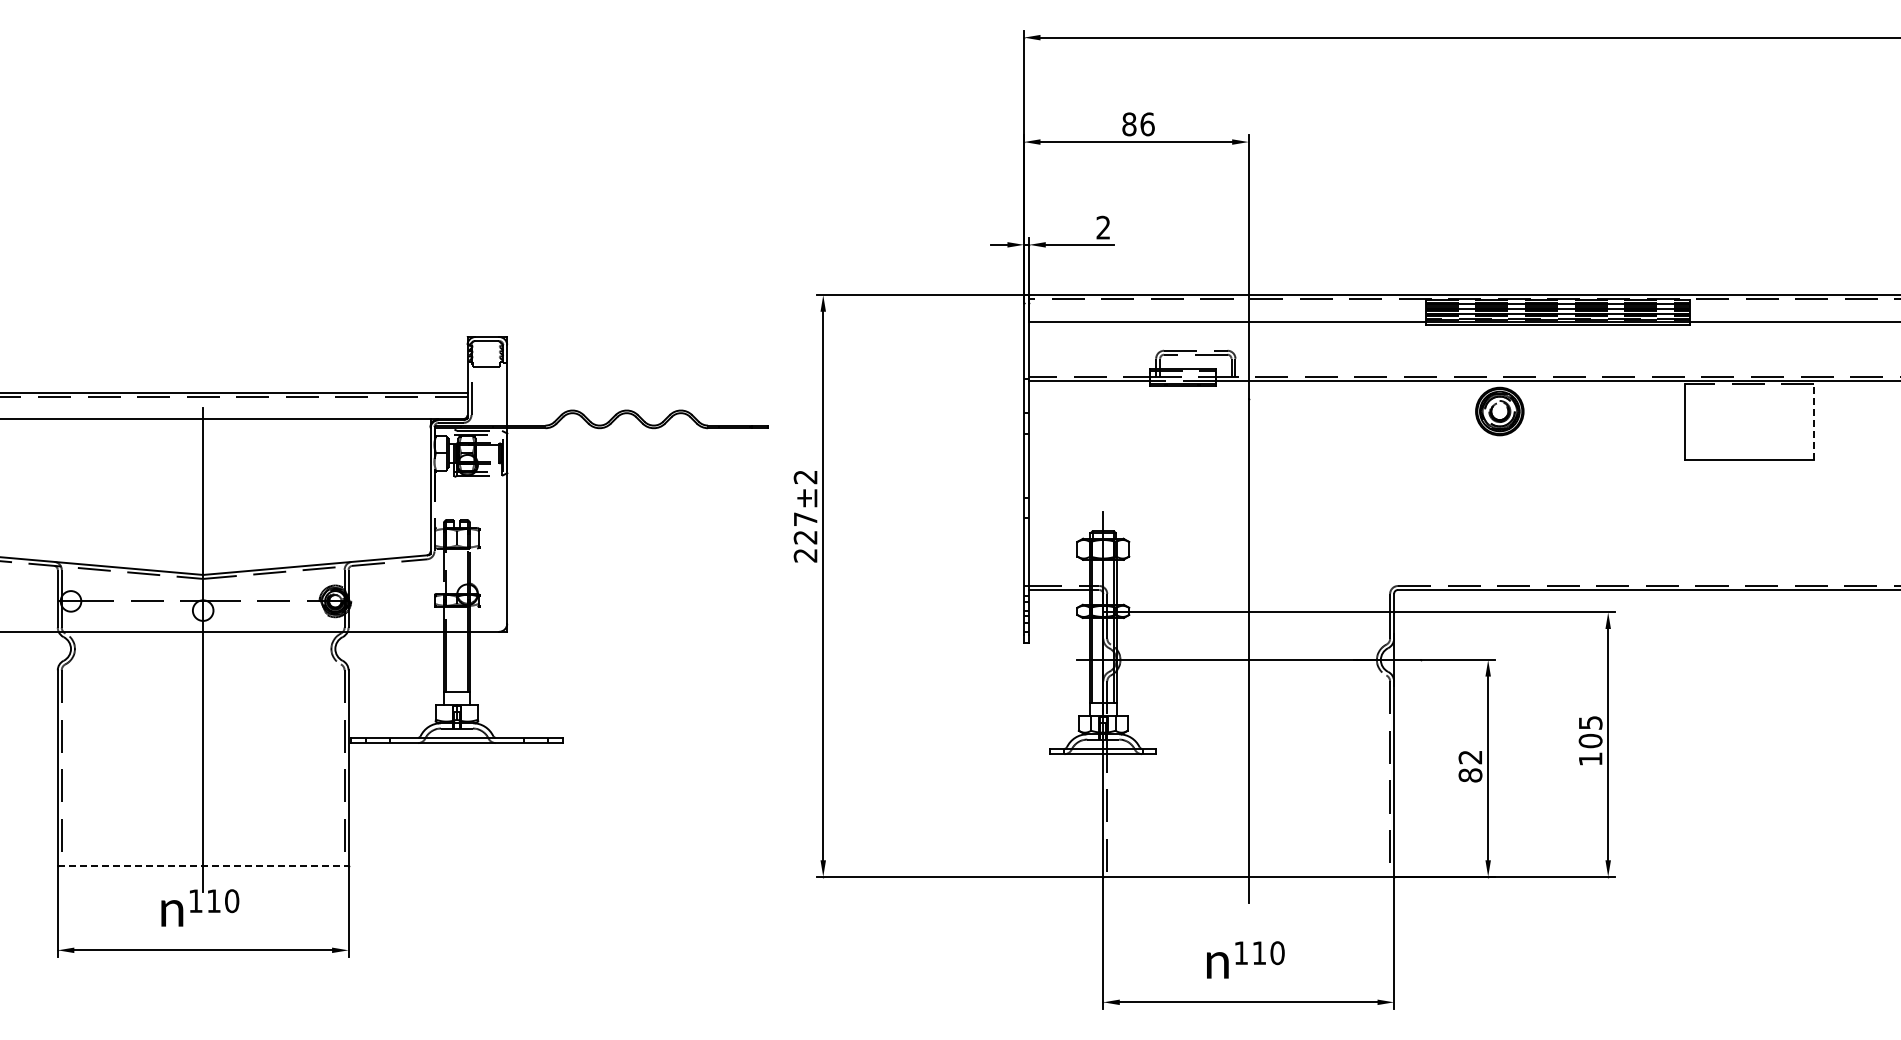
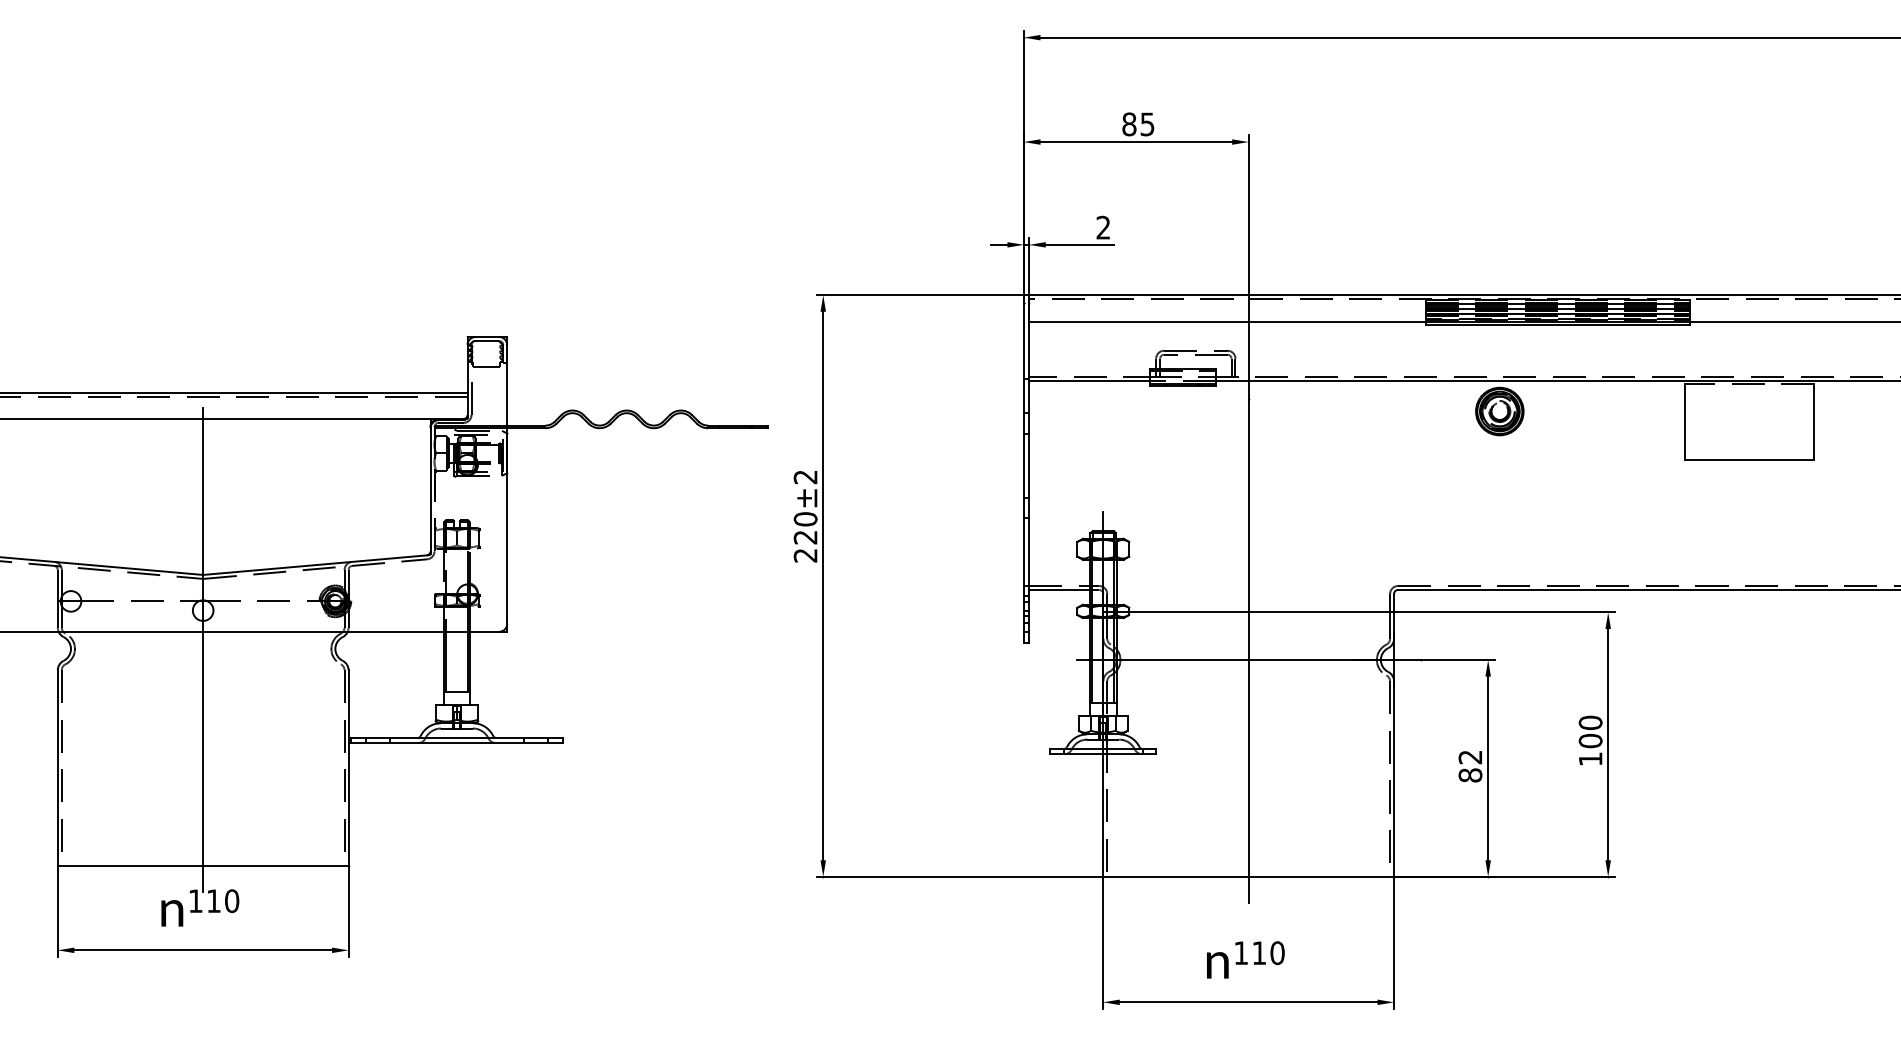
text at (1147, 124): 86 -> 85
line at (1814, 421): dashed -> solid
text at (805, 519): 227 -> 220
text at (1590, 722): 105 -> 100
line at (203, 865): dashed -> solid
